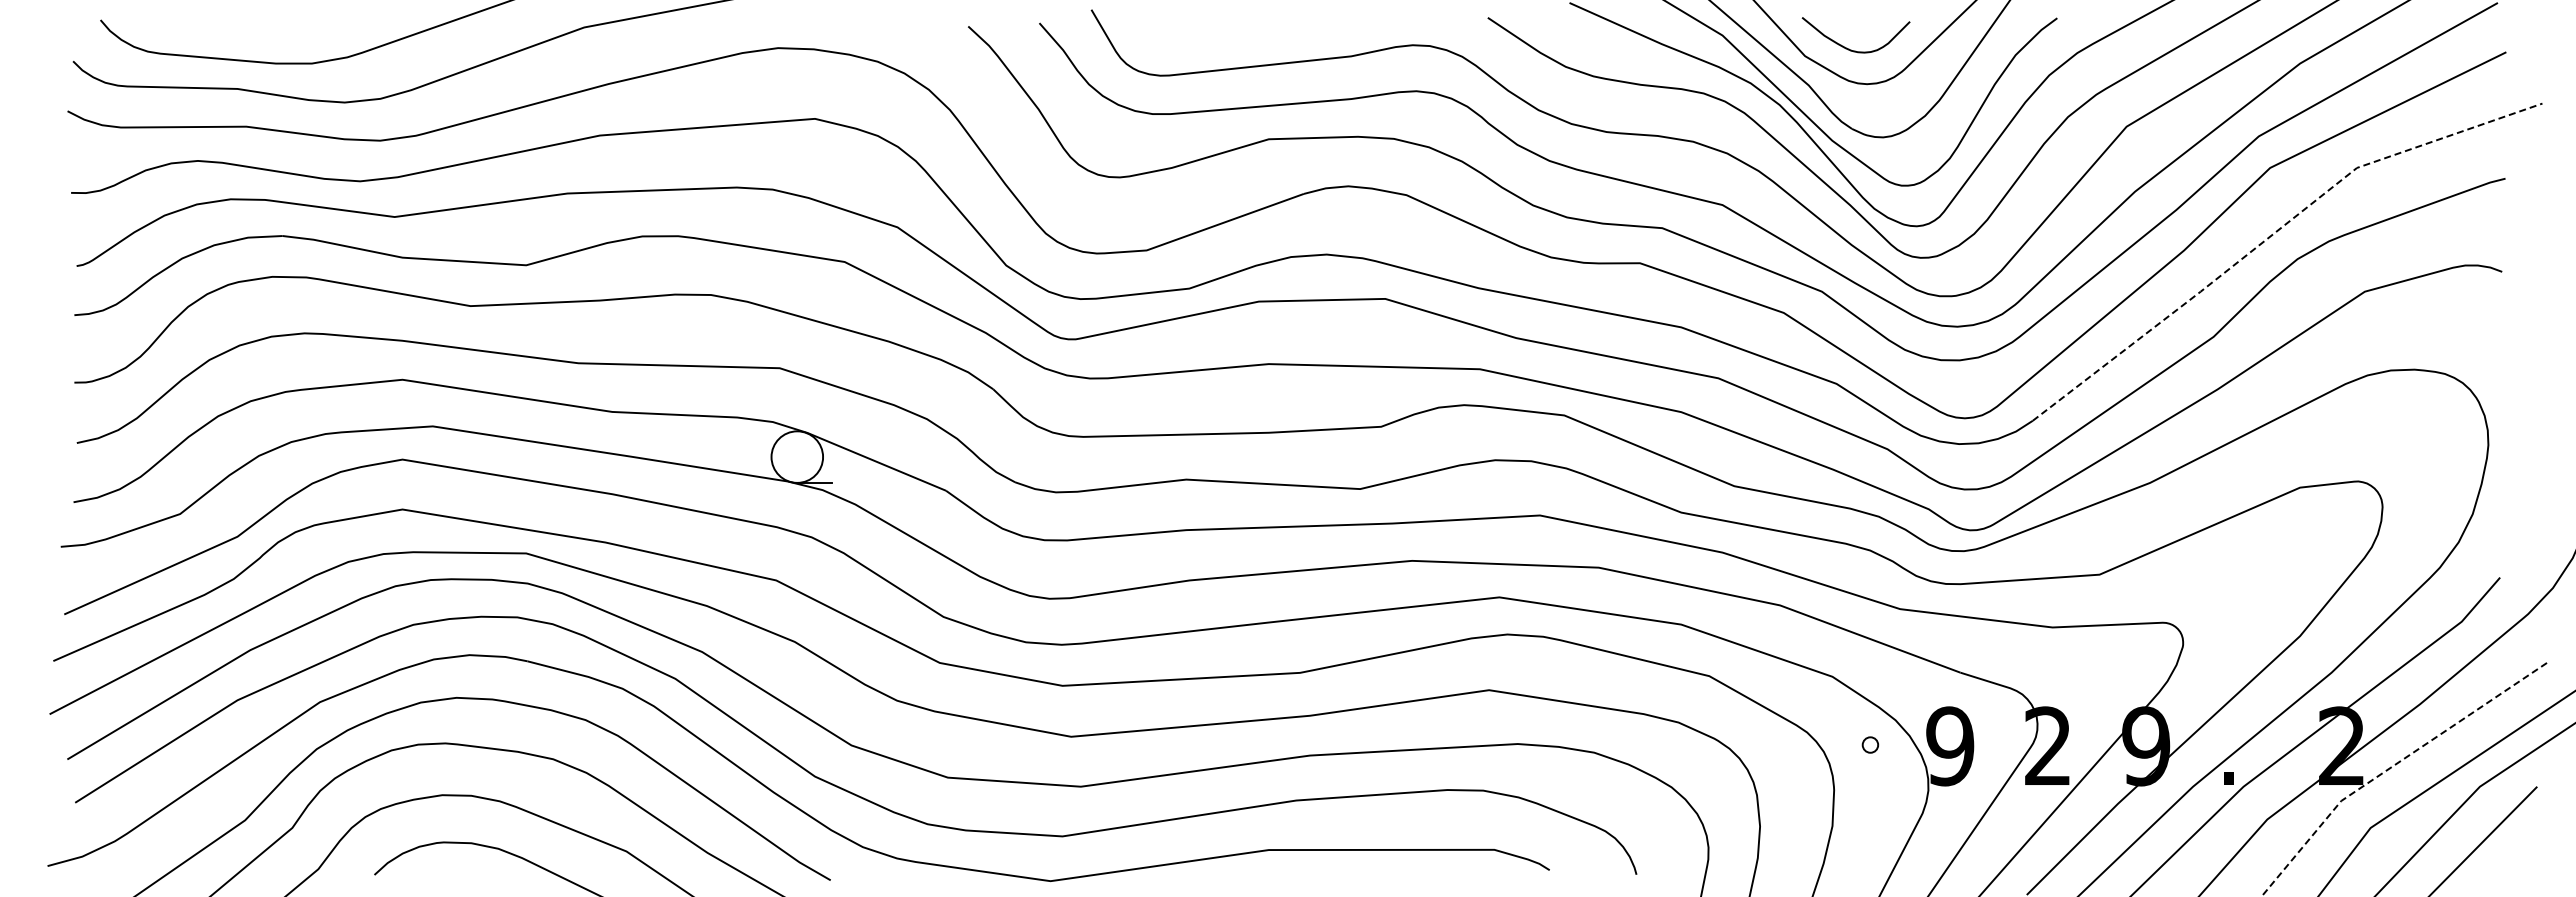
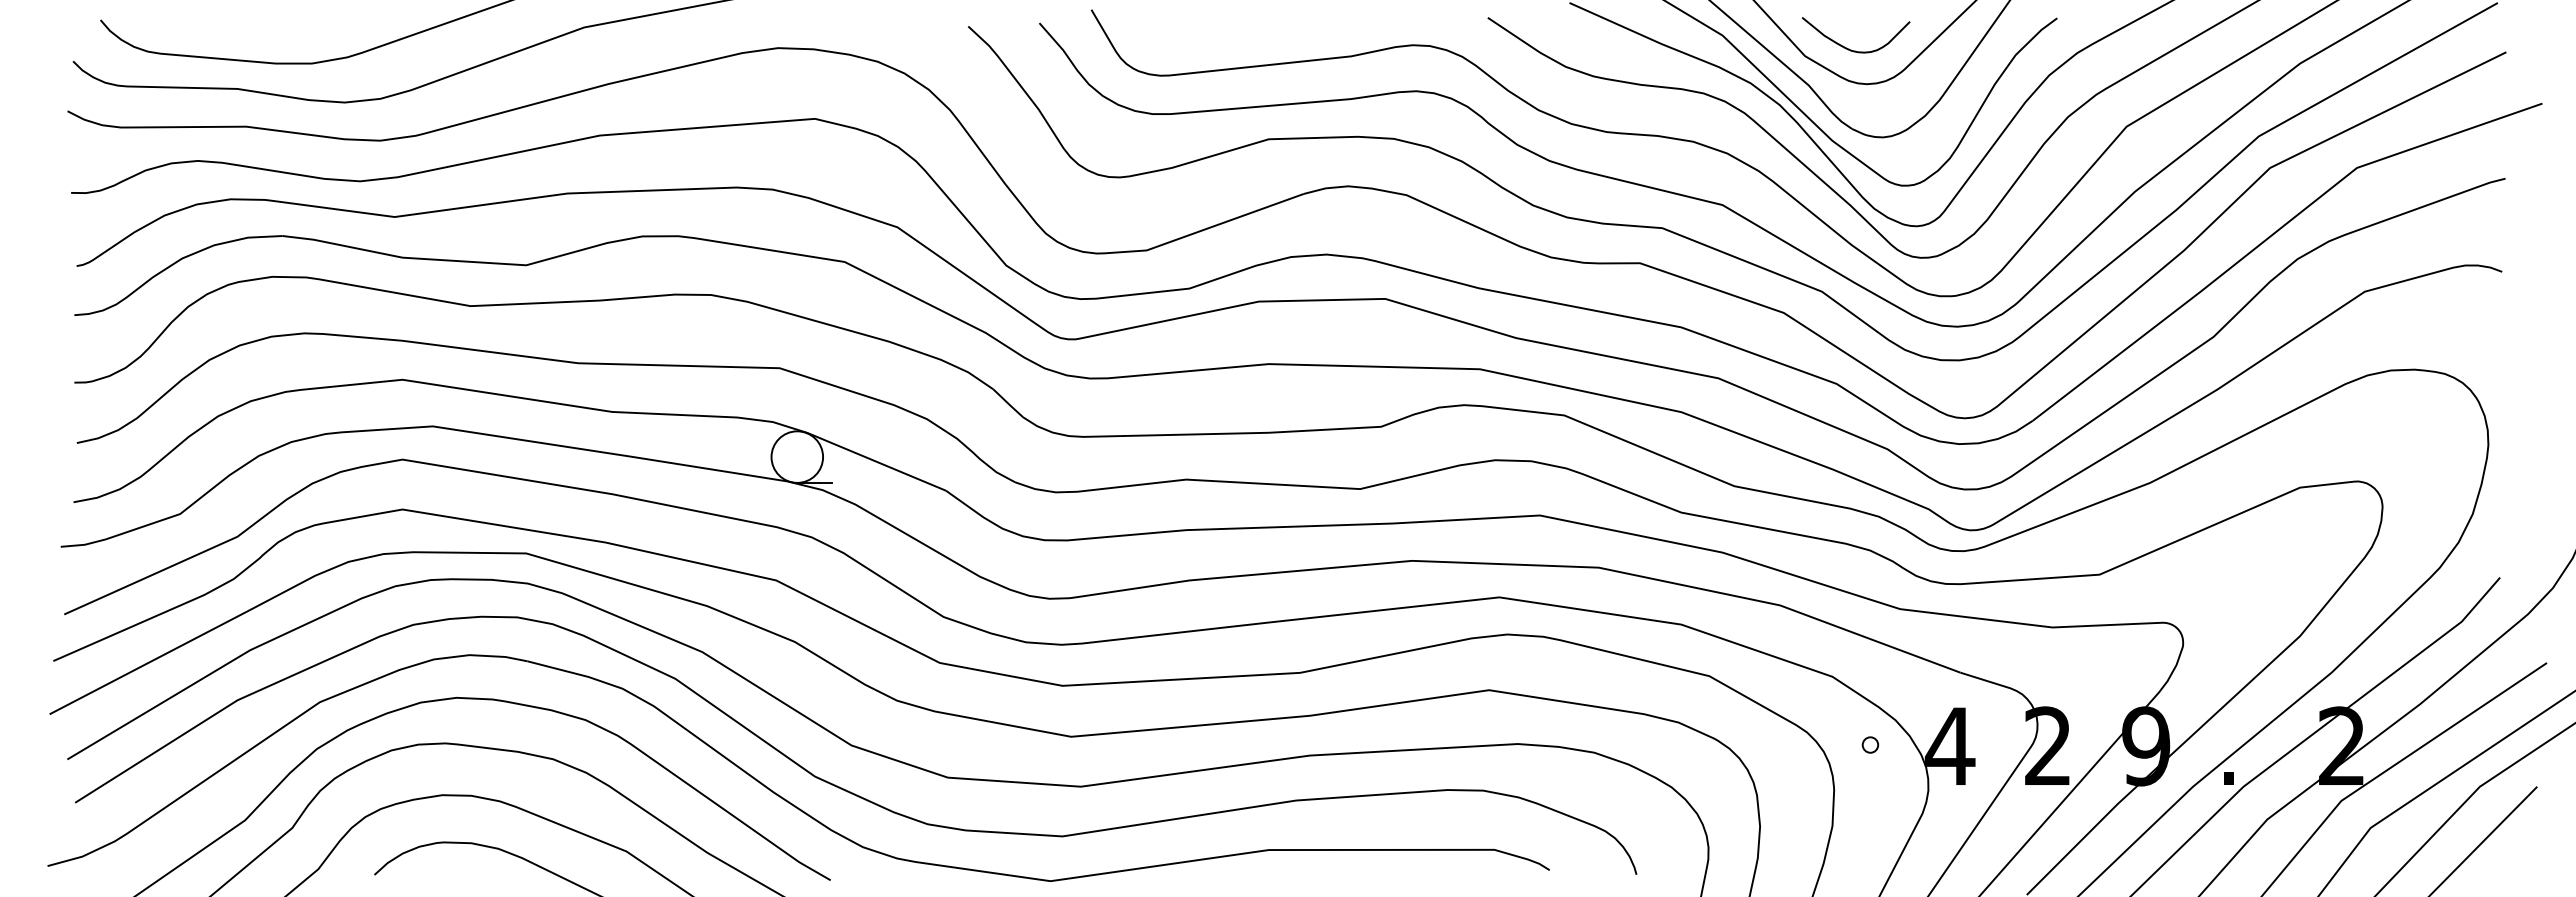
line at (2273, 234): dashed -> solid
text at (1949, 746): 9 -> 4
line at (2391, 767): dashed -> solid
